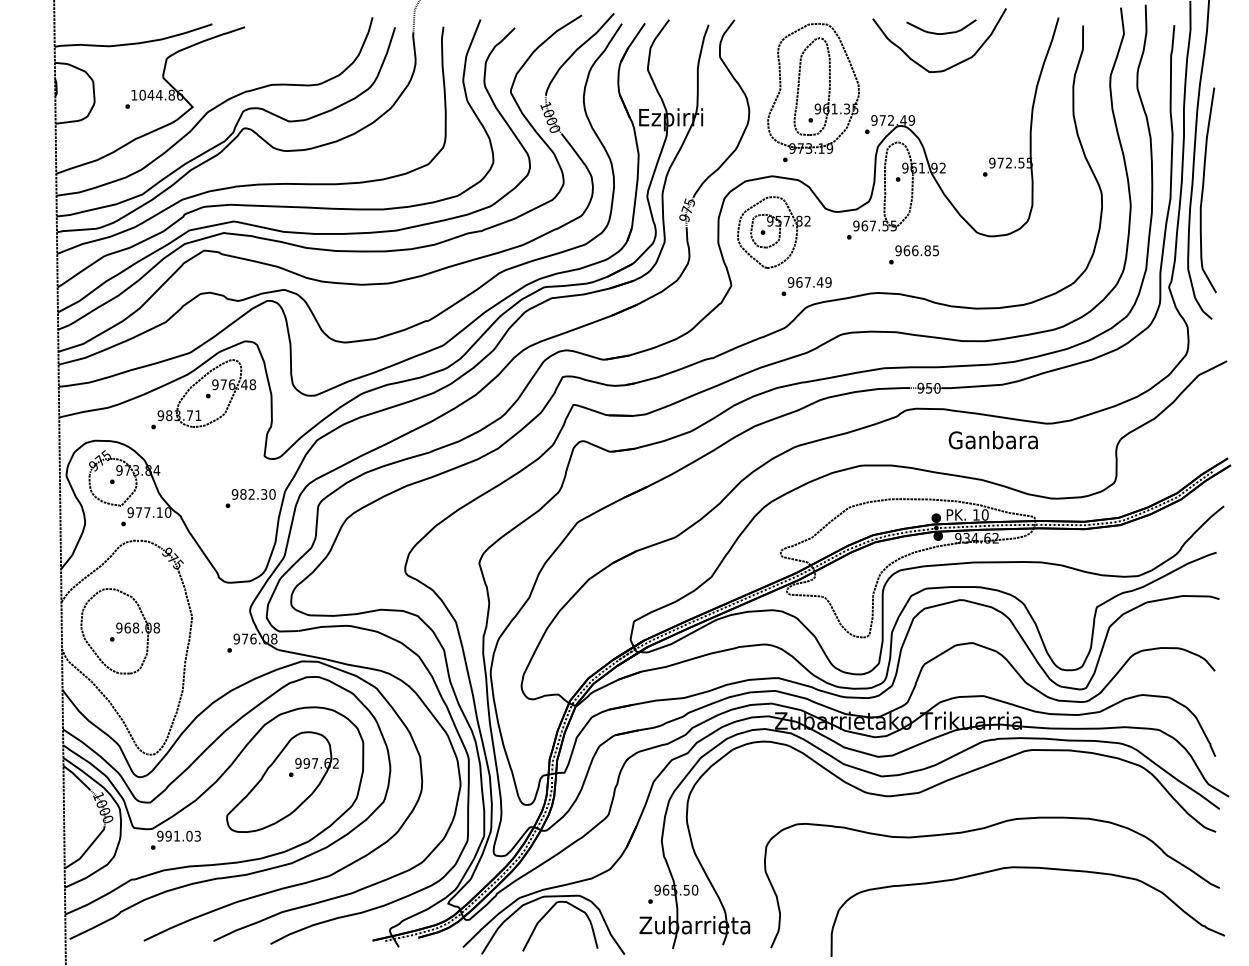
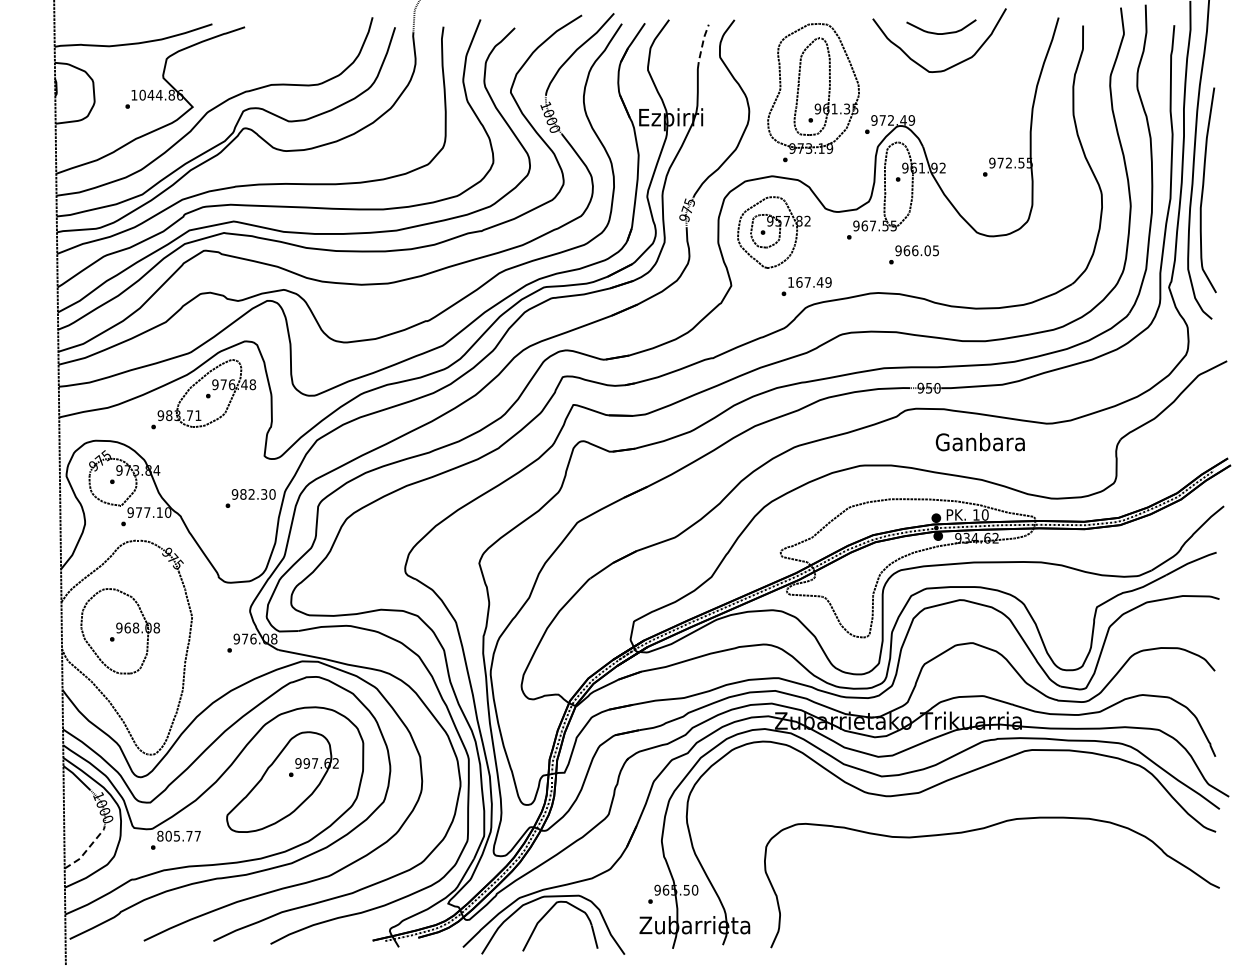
line at (702, 45): solid -> dashed
text at (927, 250): 966.85 -> 966.05
text at (790, 282): 967.49 -> 167.49
text at (992, 440) position: (992, 440) -> (979, 442)
text at (178, 835): 991.03 -> 805.77
line at (87, 849): solid -> dashed
curve at (1027, 868): present -> none
